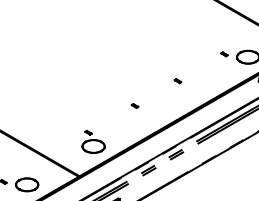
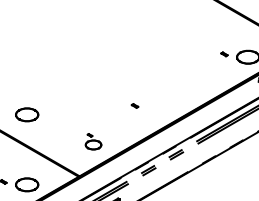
part at (177, 81): present -> none
part at (27, 114): none -> present
part at (93, 141) size: 25x25 px -> 19x18 px
